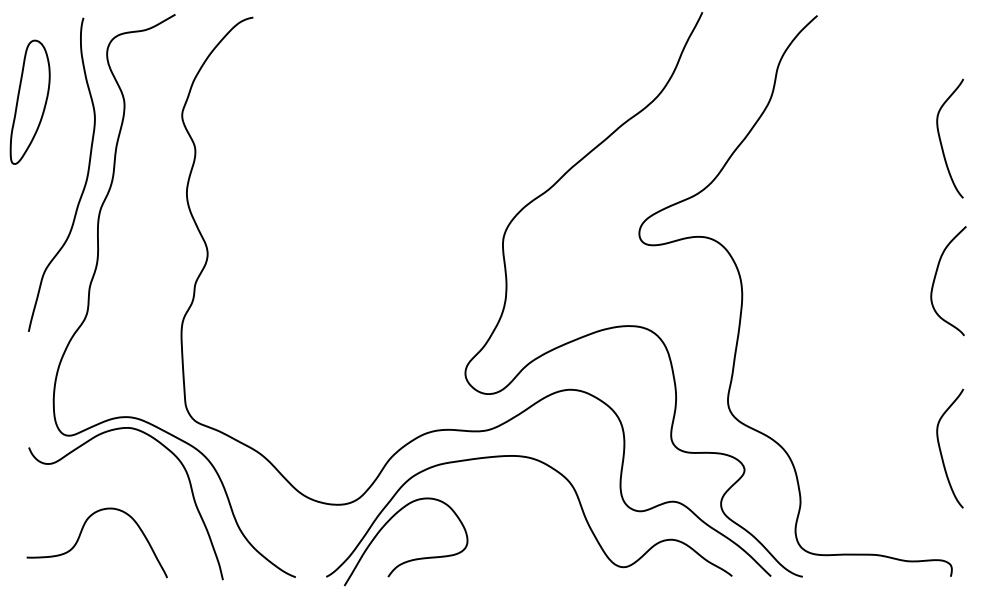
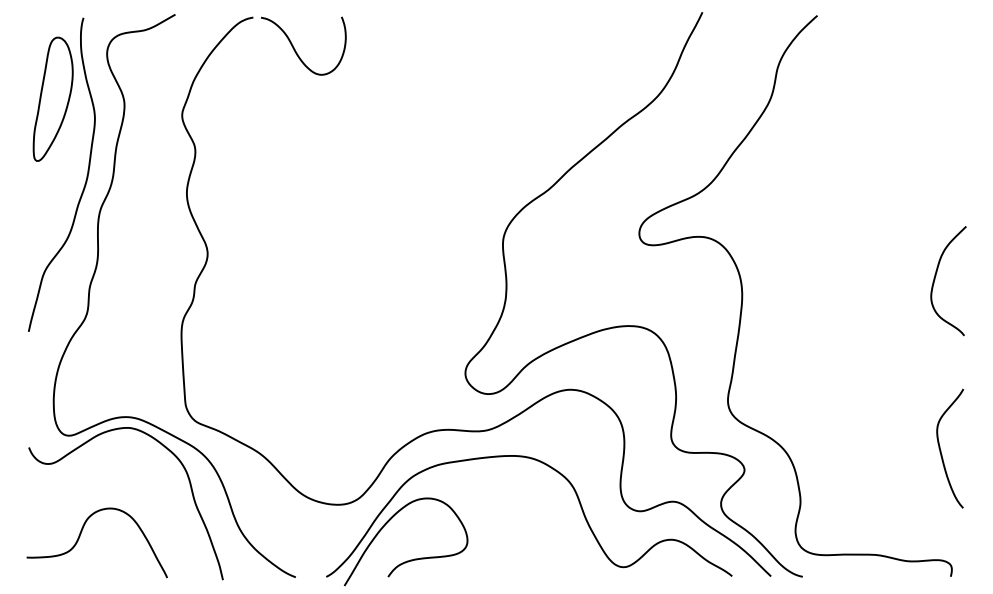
curve at (295, 49): none -> present
part at (29, 101) position: (29, 101) -> (52, 98)
curve at (941, 140): present -> none
